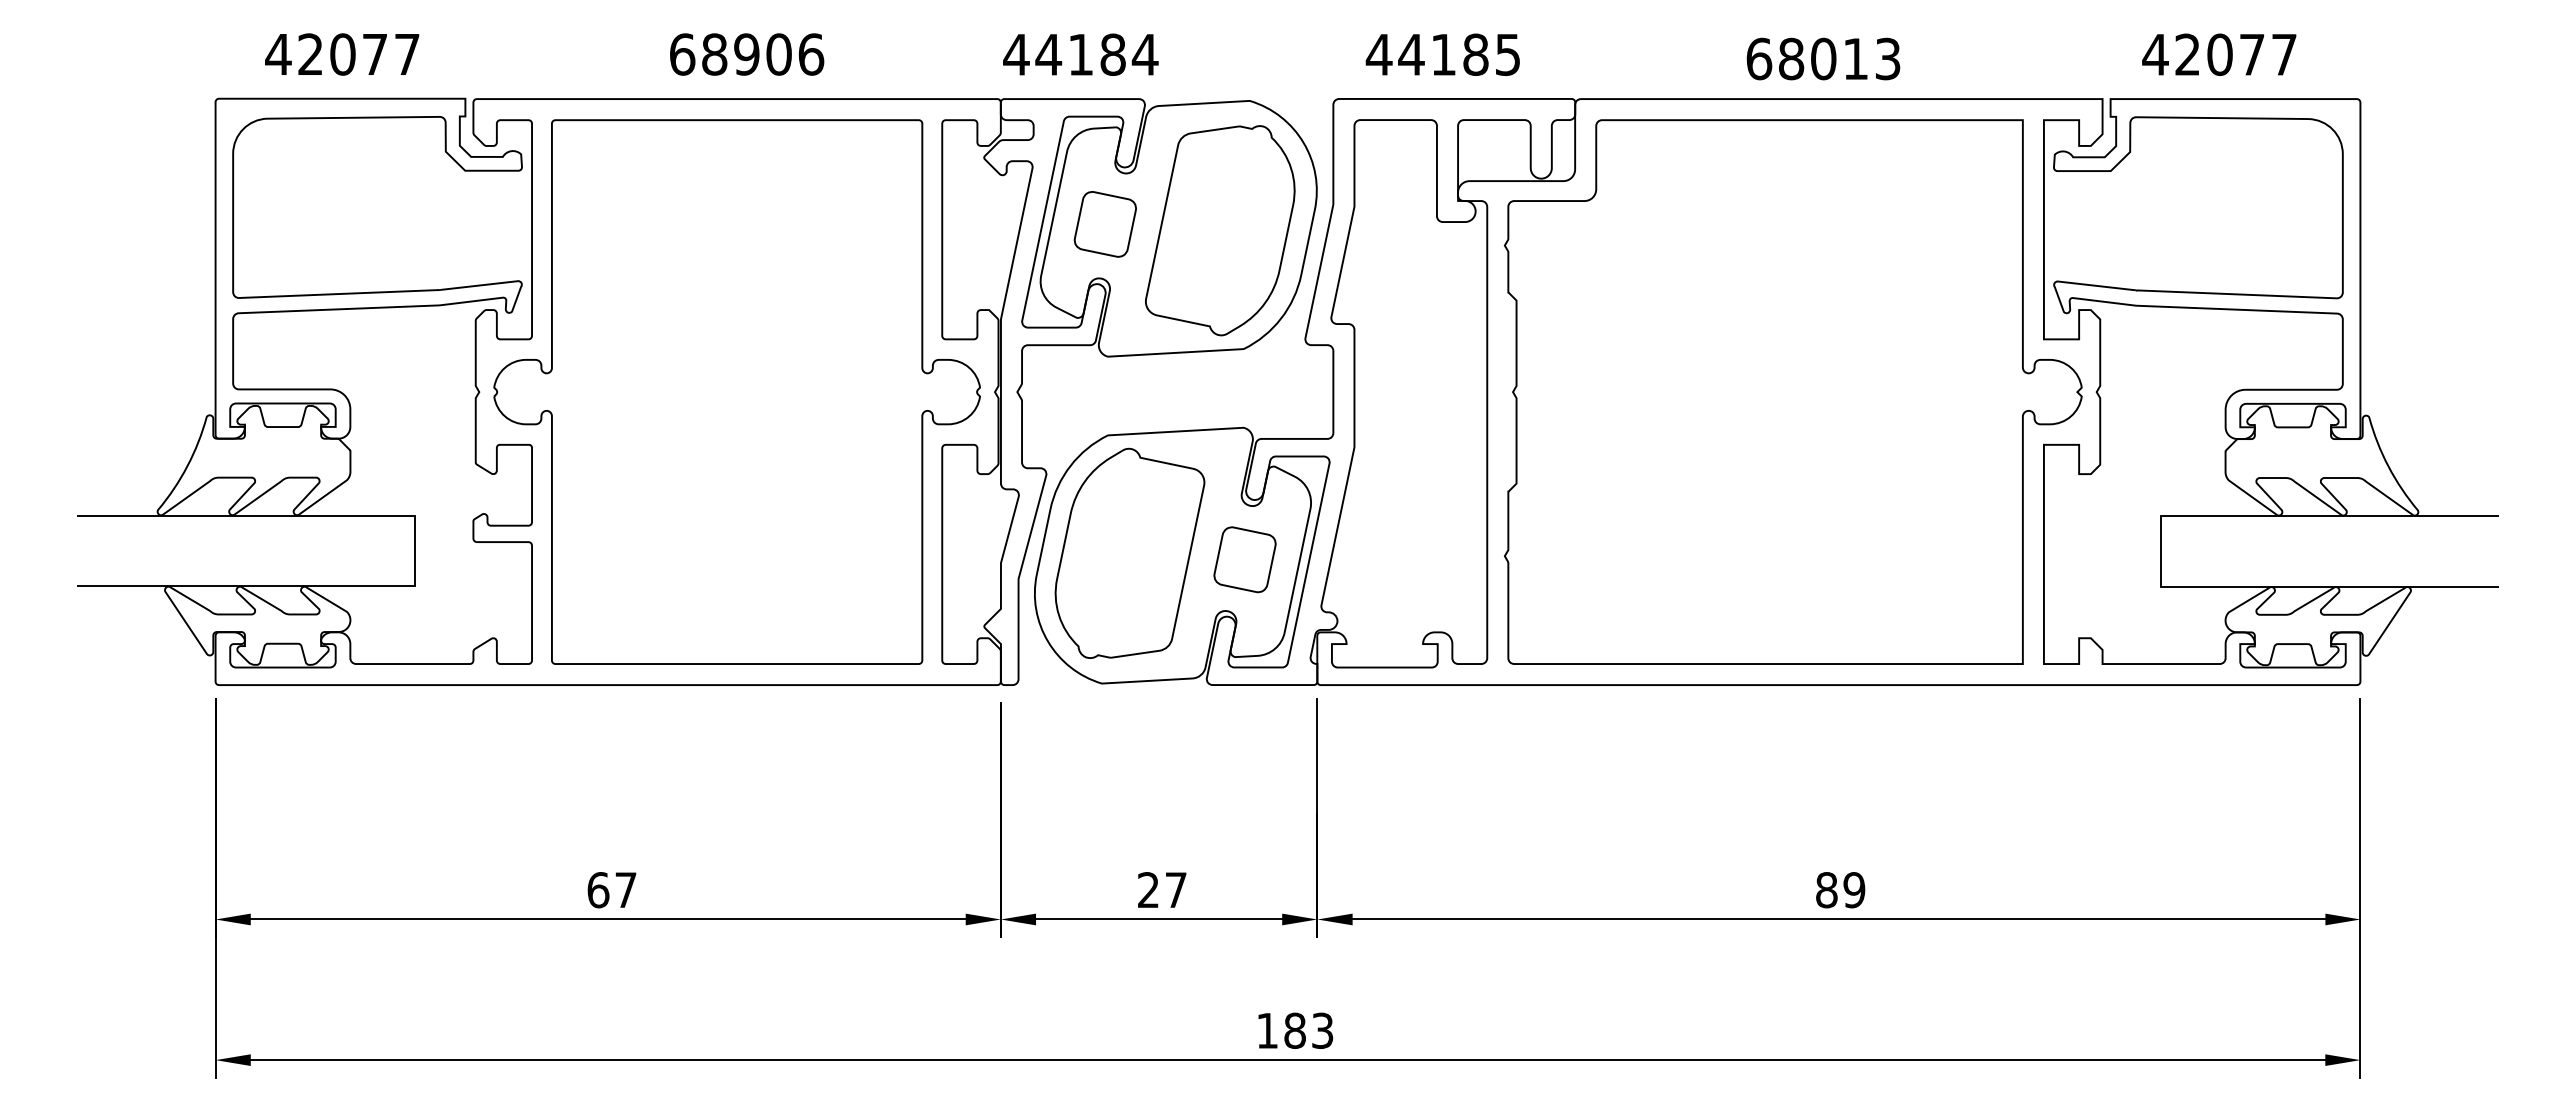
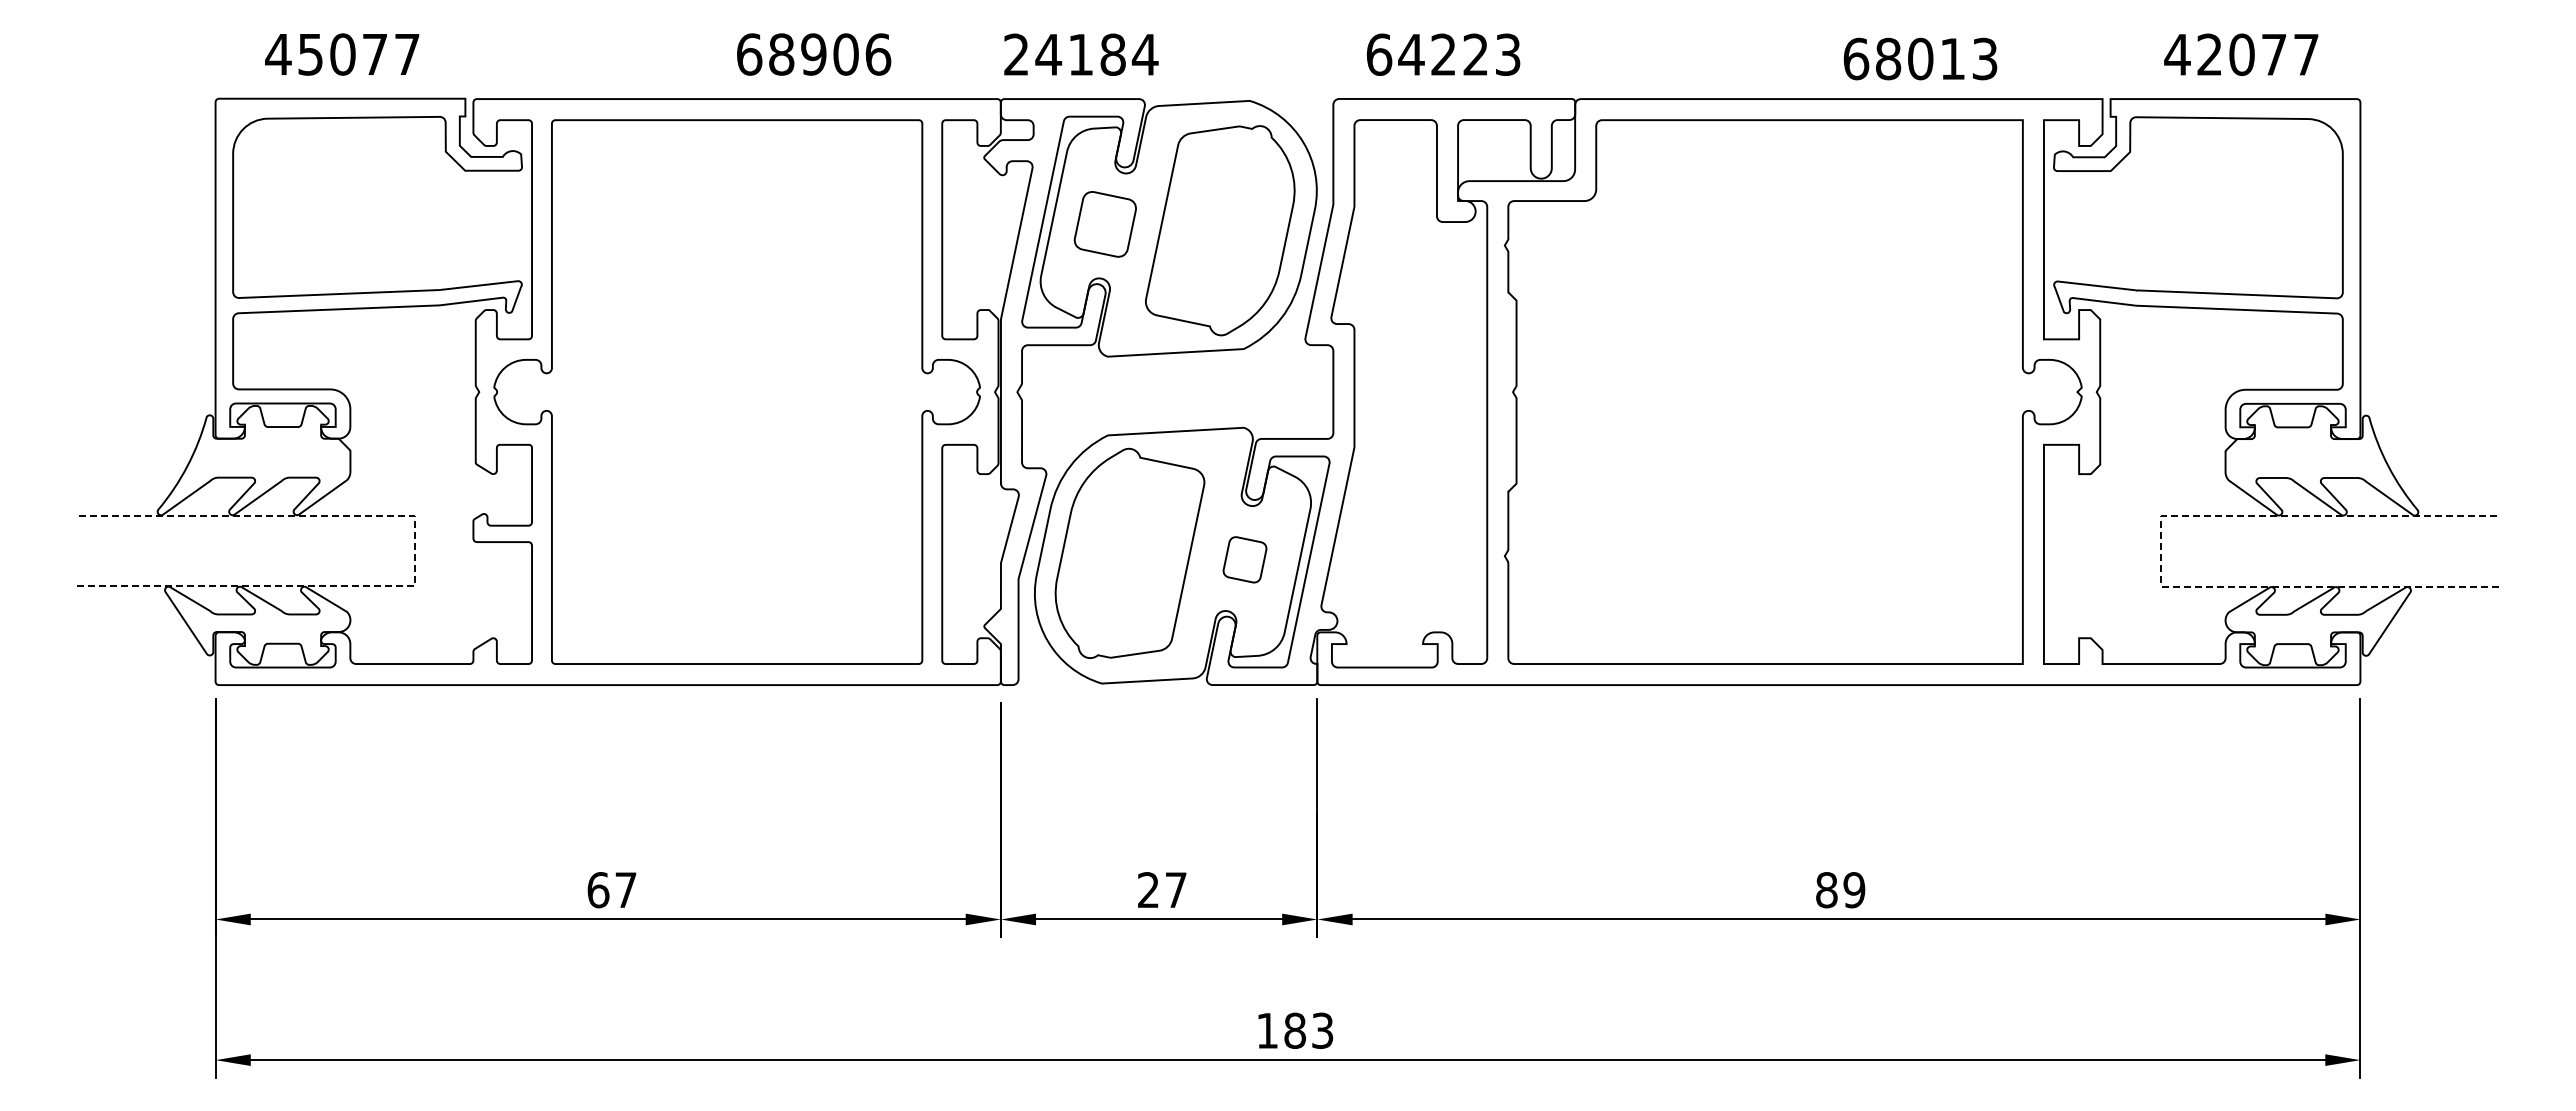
text at (310, 54): 42077 -> 45077
text at (747, 54) position: (747, 54) -> (814, 54)
text at (1016, 54): 44184 -> 24184
text at (1442, 54): 44185 -> 64223
text at (2219, 54) position: (2219, 54) -> (2241, 54)
text at (1823, 58) position: (1823, 58) -> (1920, 58)
line at (414, 550): solid -> dashed
line at (2161, 551): solid -> dashed
part at (1244, 559) size: 64x68 px -> 46x48 px
